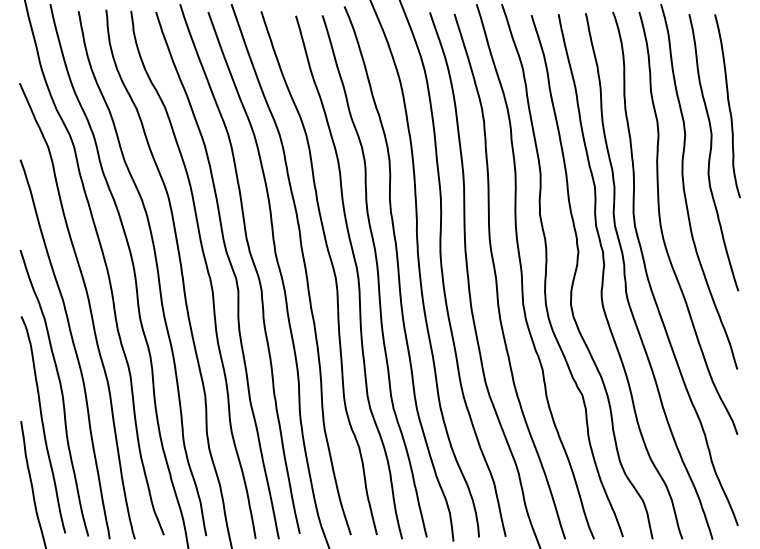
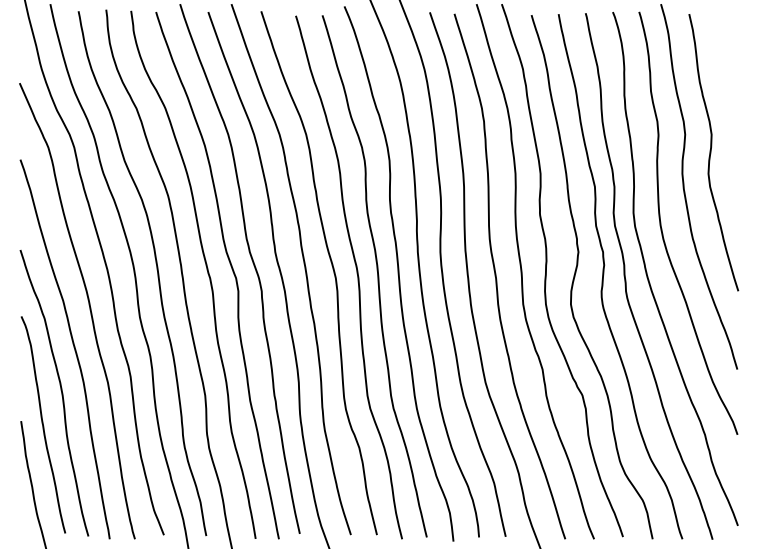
curve at (728, 106): present -> none
